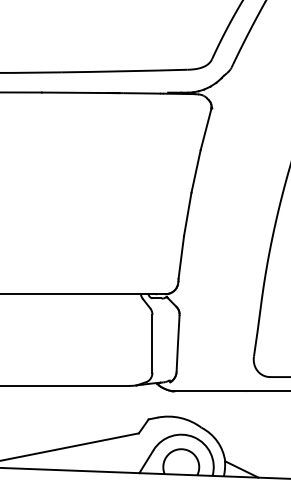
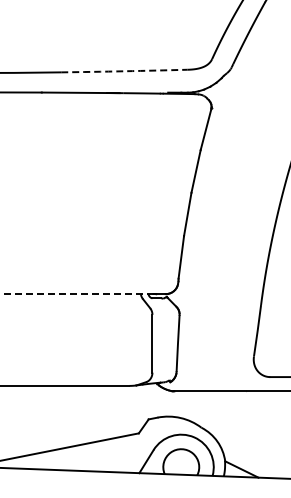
arc at (124, 71): solid -> dashed
line at (76, 293): solid -> dashed
